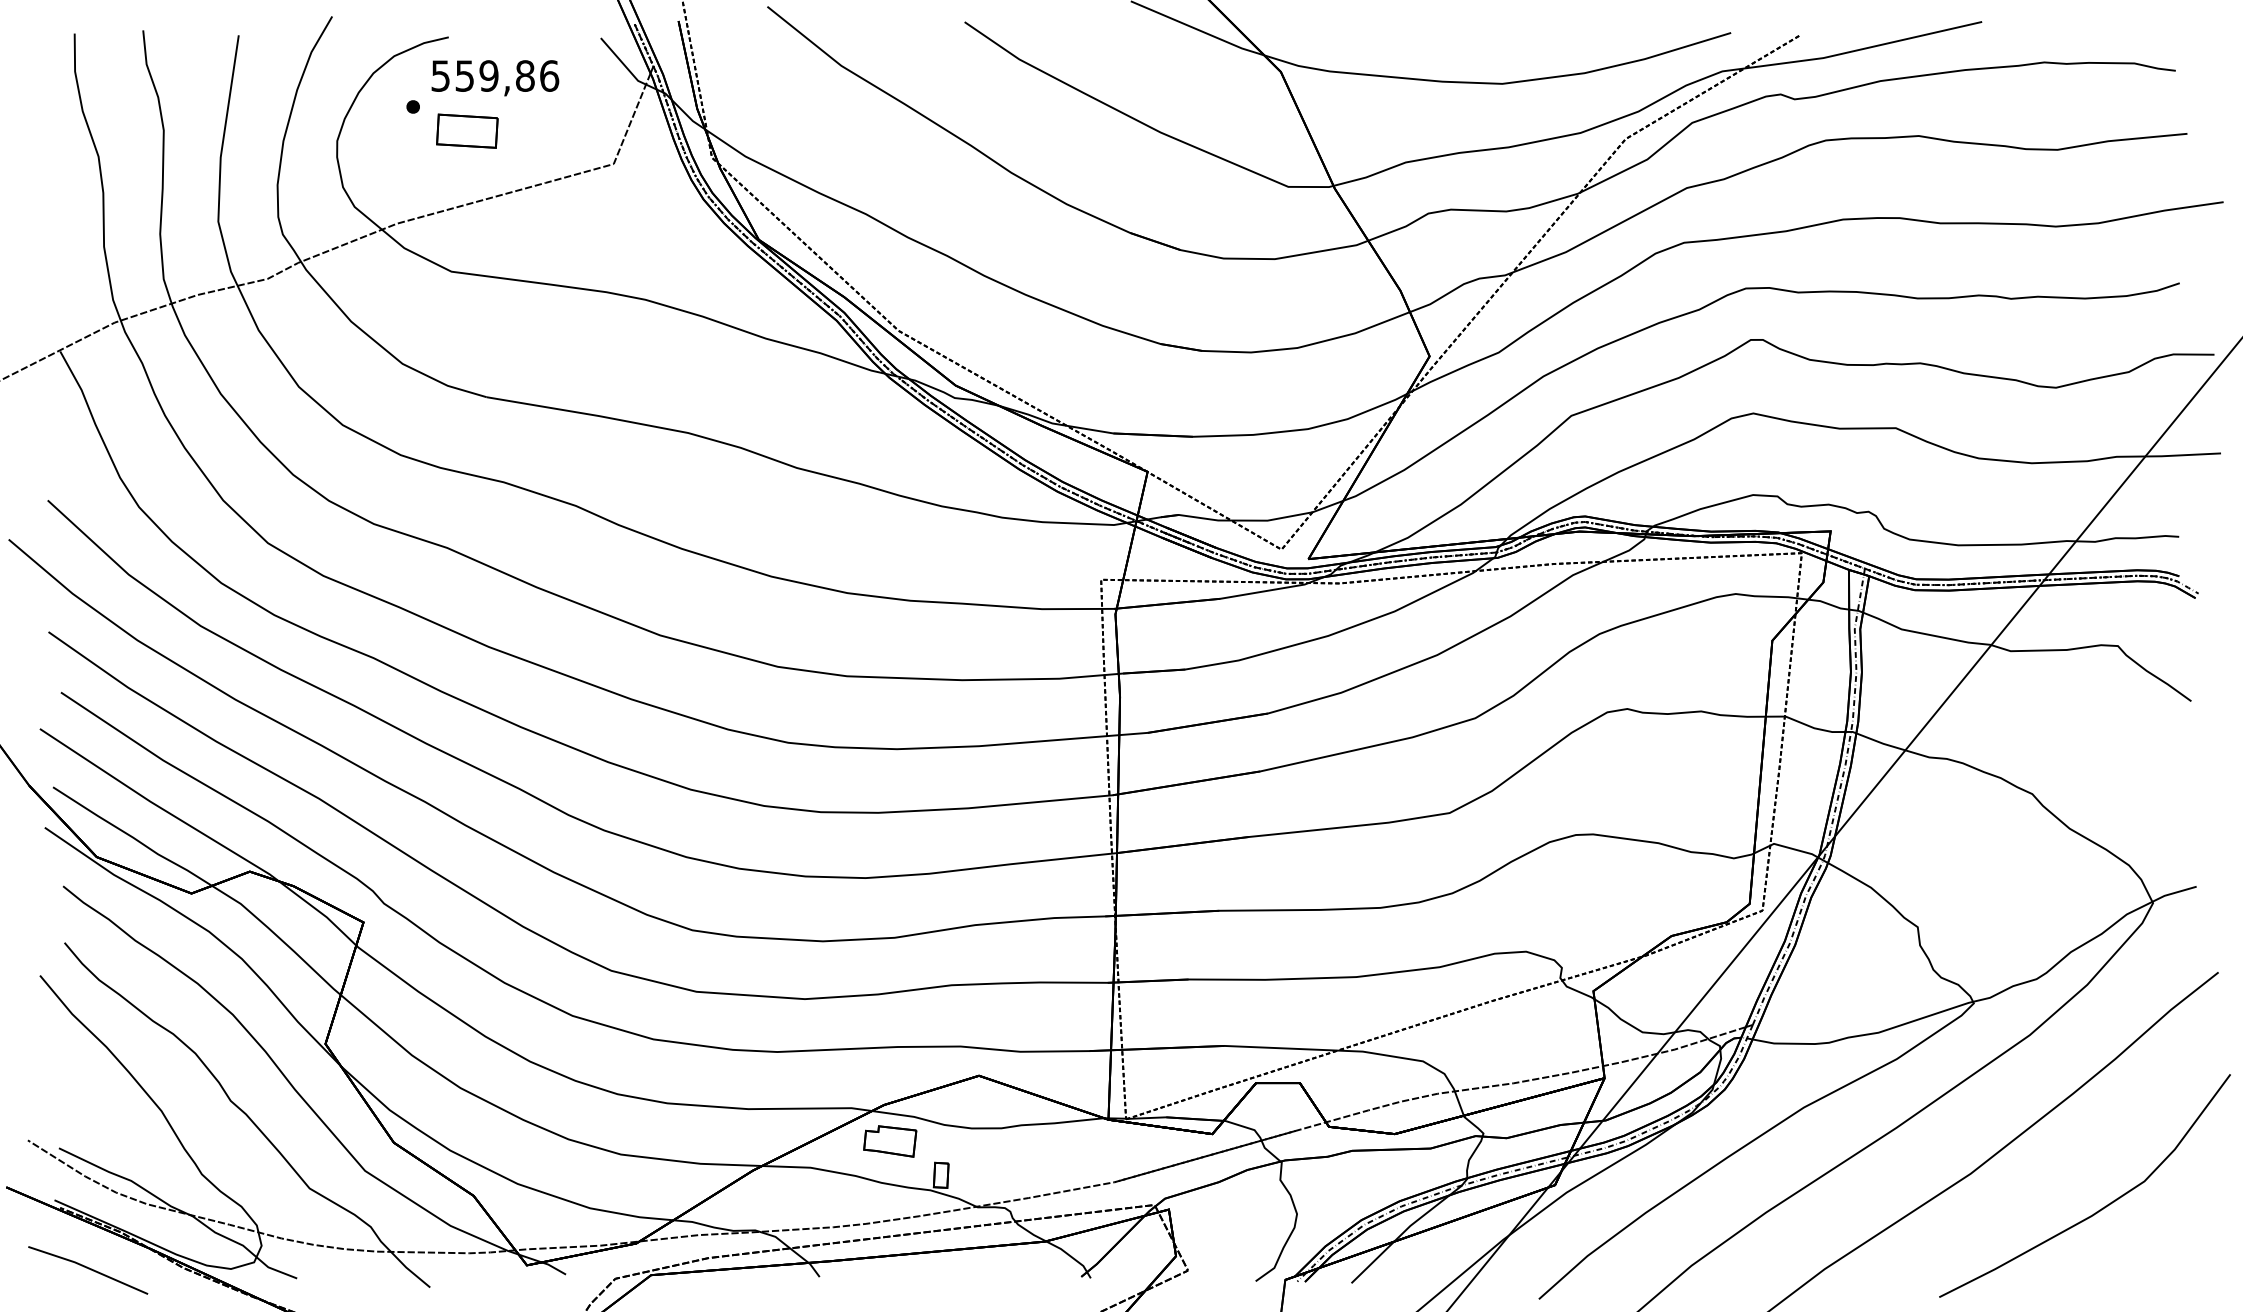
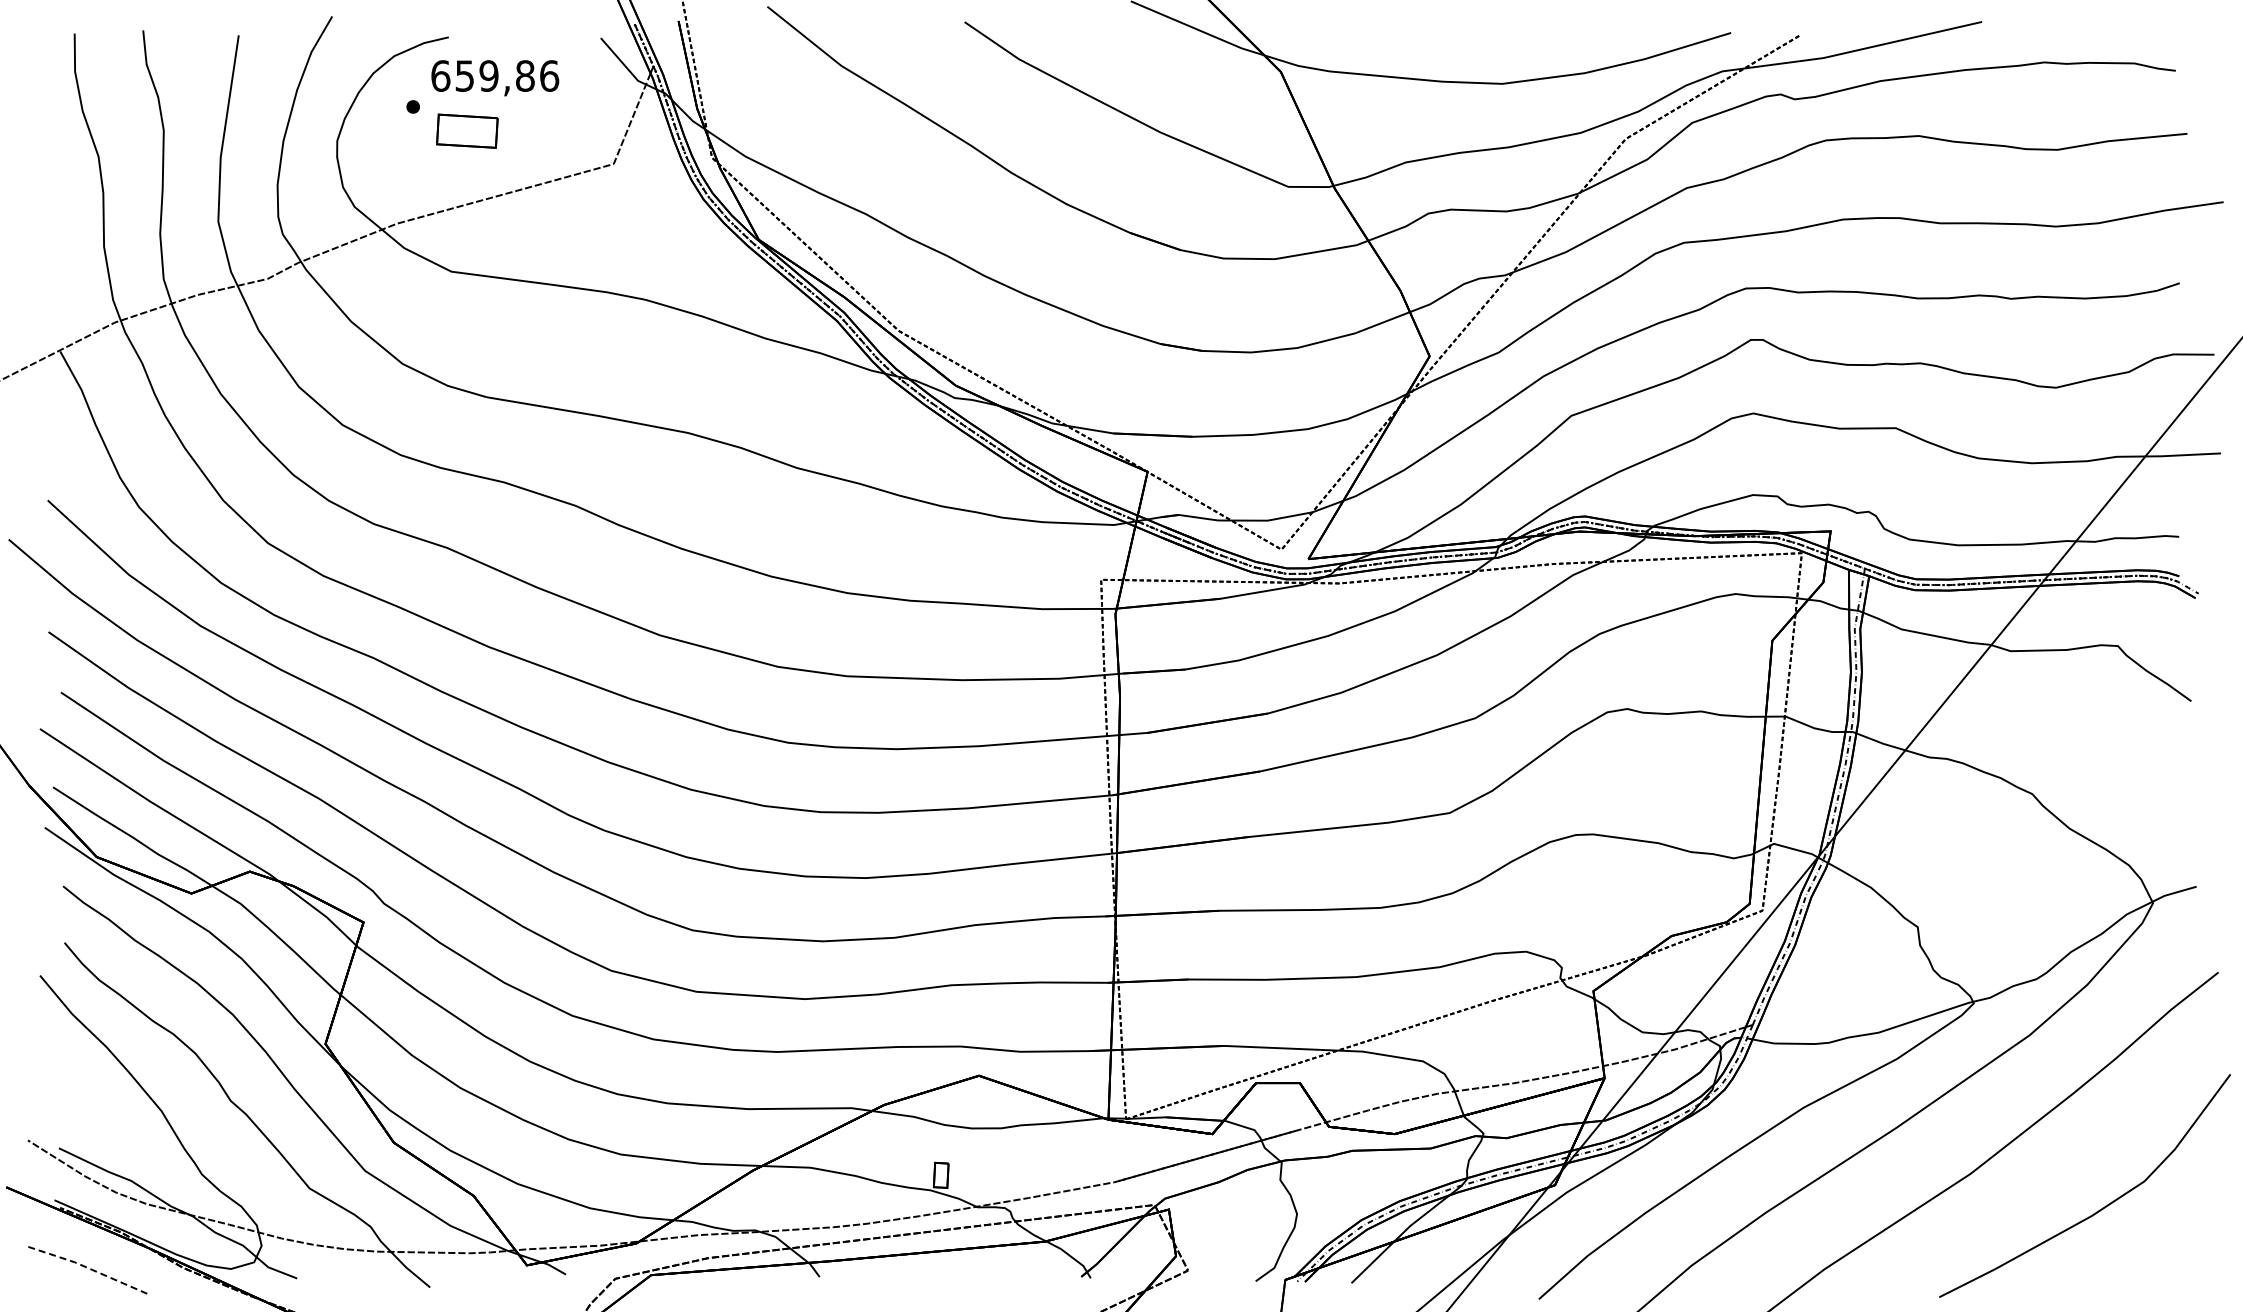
text at (440, 75): 559,86 -> 659,86
part at (890, 1141): present -> none
line at (88, 1268): solid -> dashed
